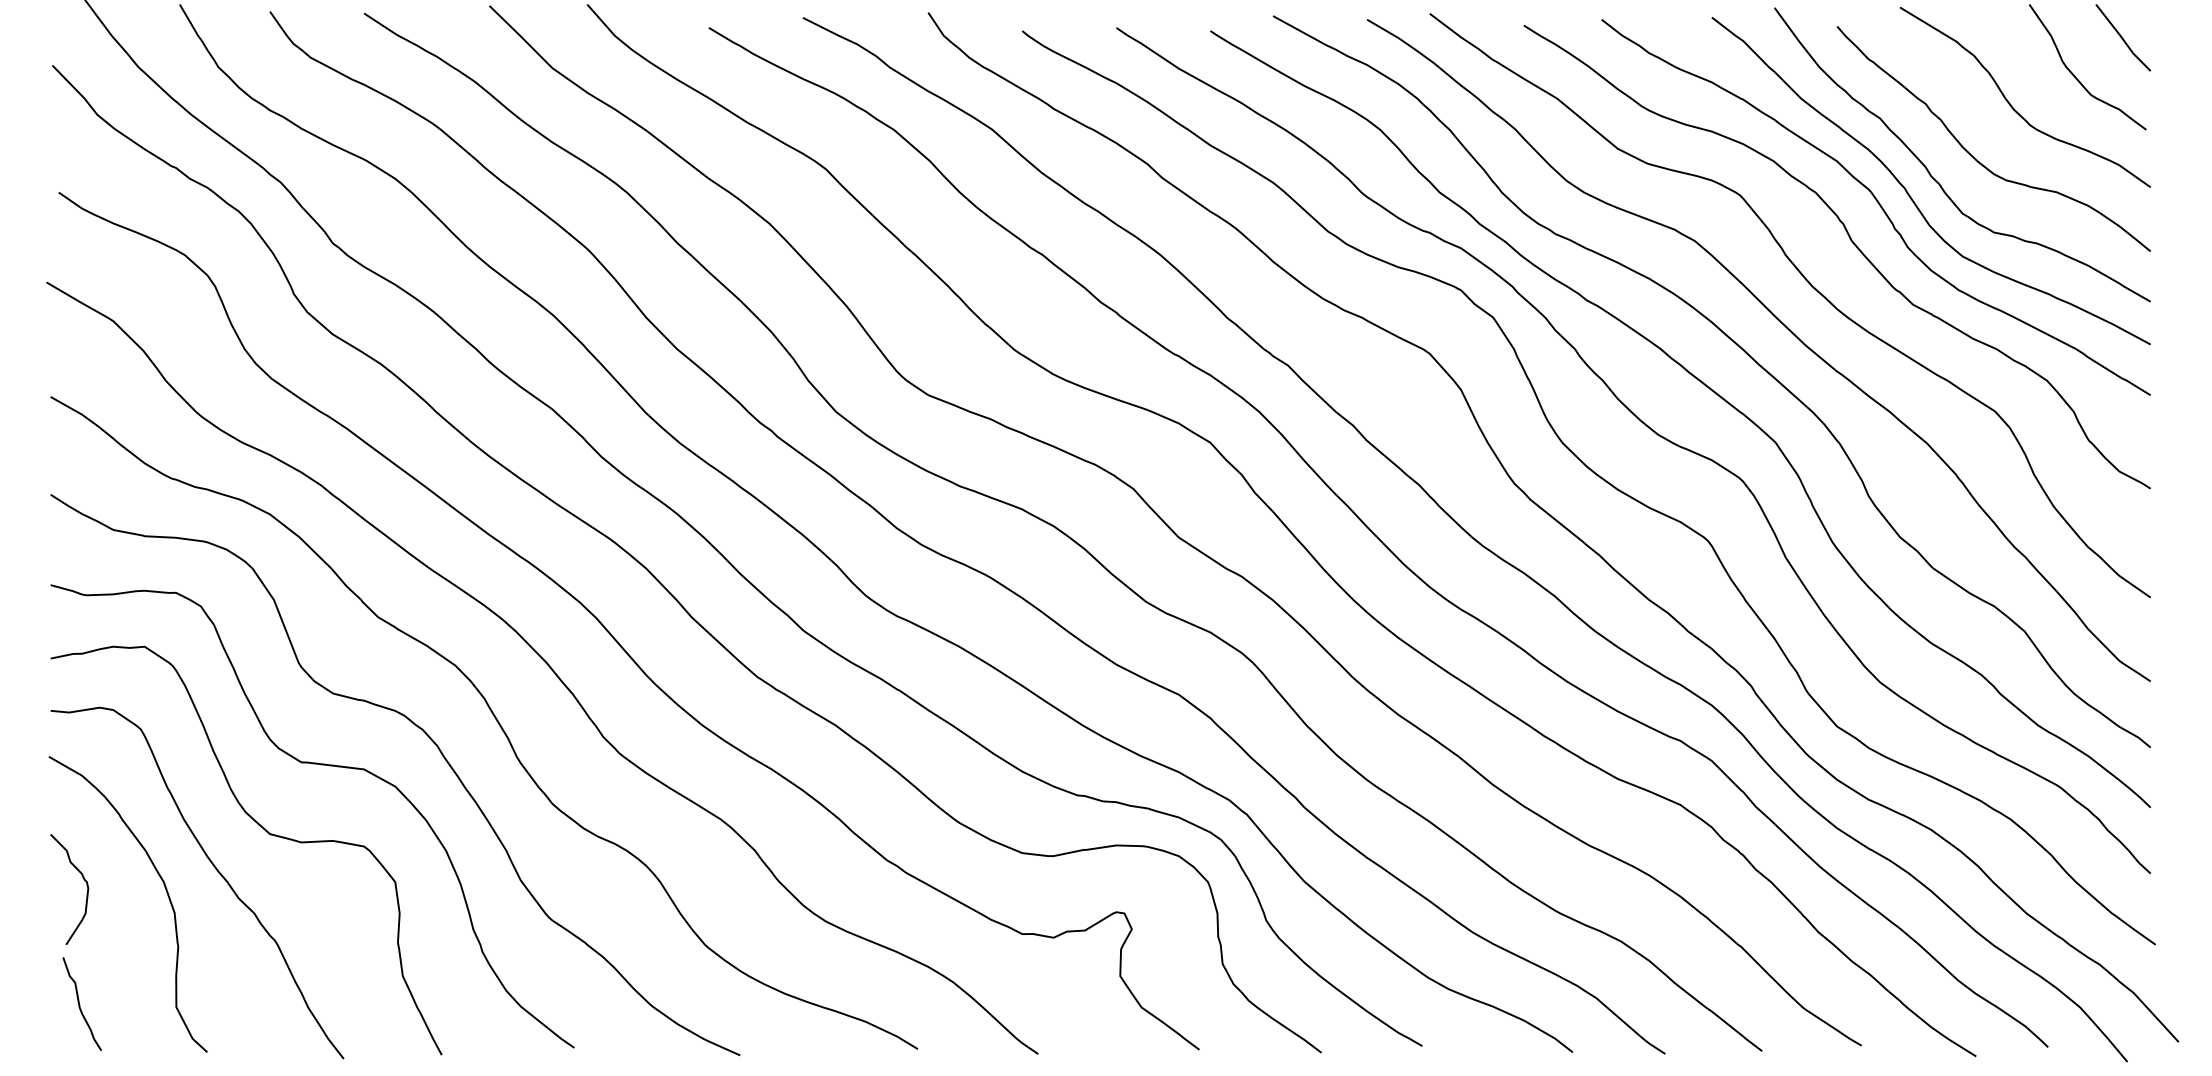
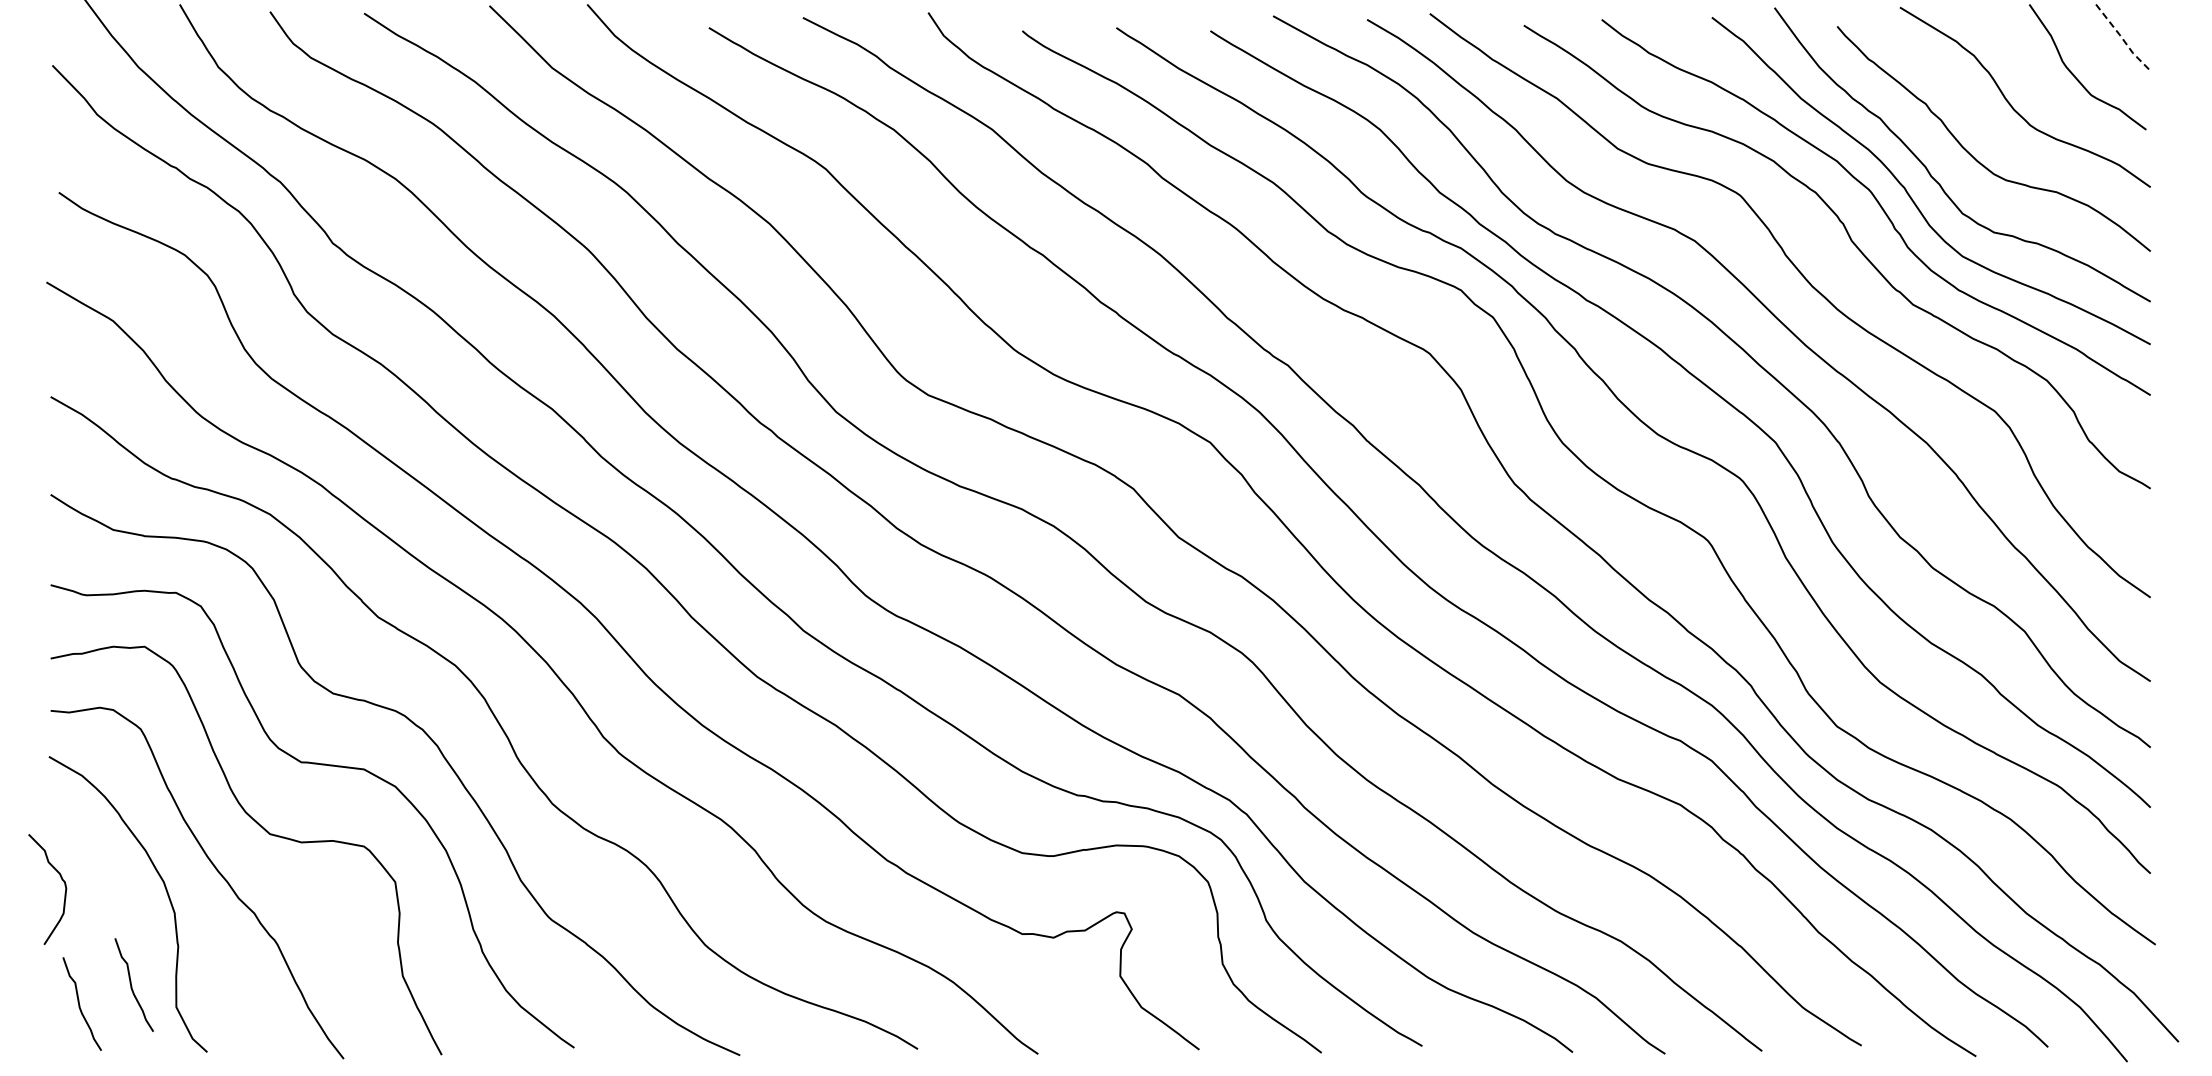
line at (2122, 39): solid -> dashed
curve at (83, 879) position: (83, 879) -> (61, 879)
curve at (132, 985): none -> present
